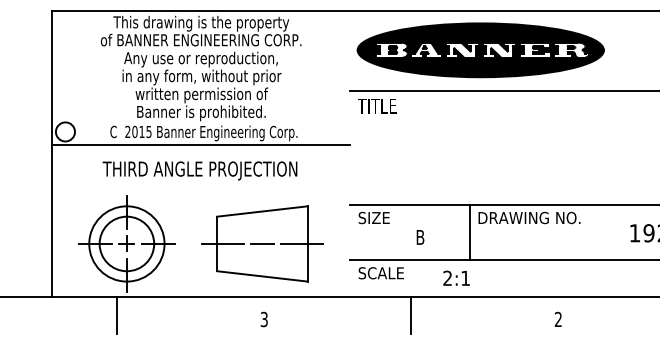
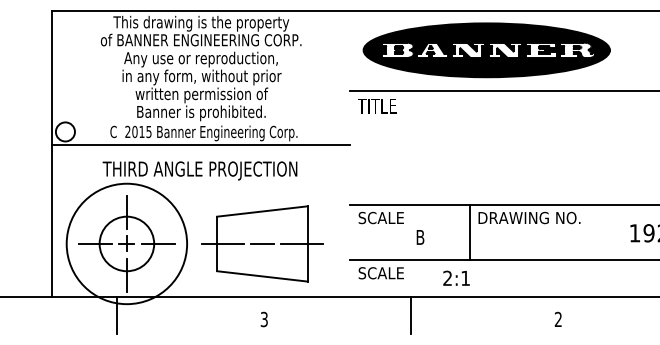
part at (480, 50) position: (480, 50) -> (486, 50)
text at (385, 217): SIZE -> SCALE
circle at (126, 243) diameter: 75 px -> 120 px
